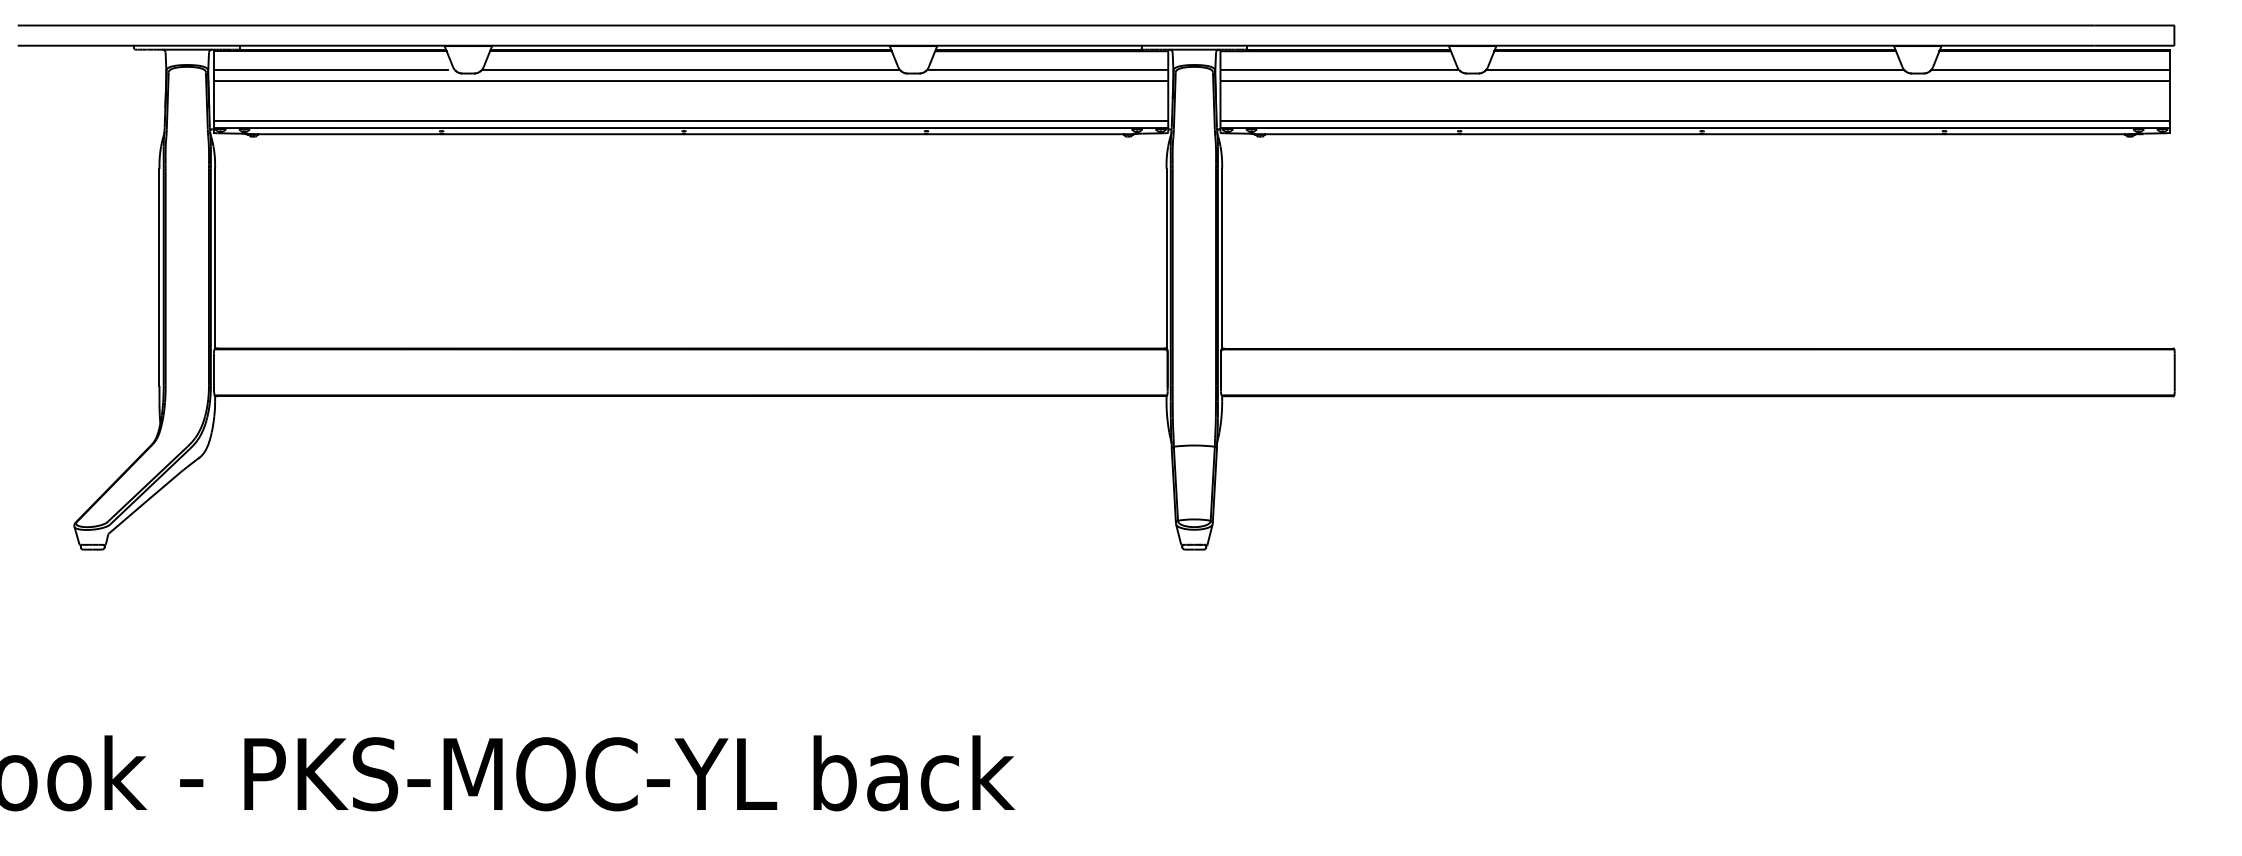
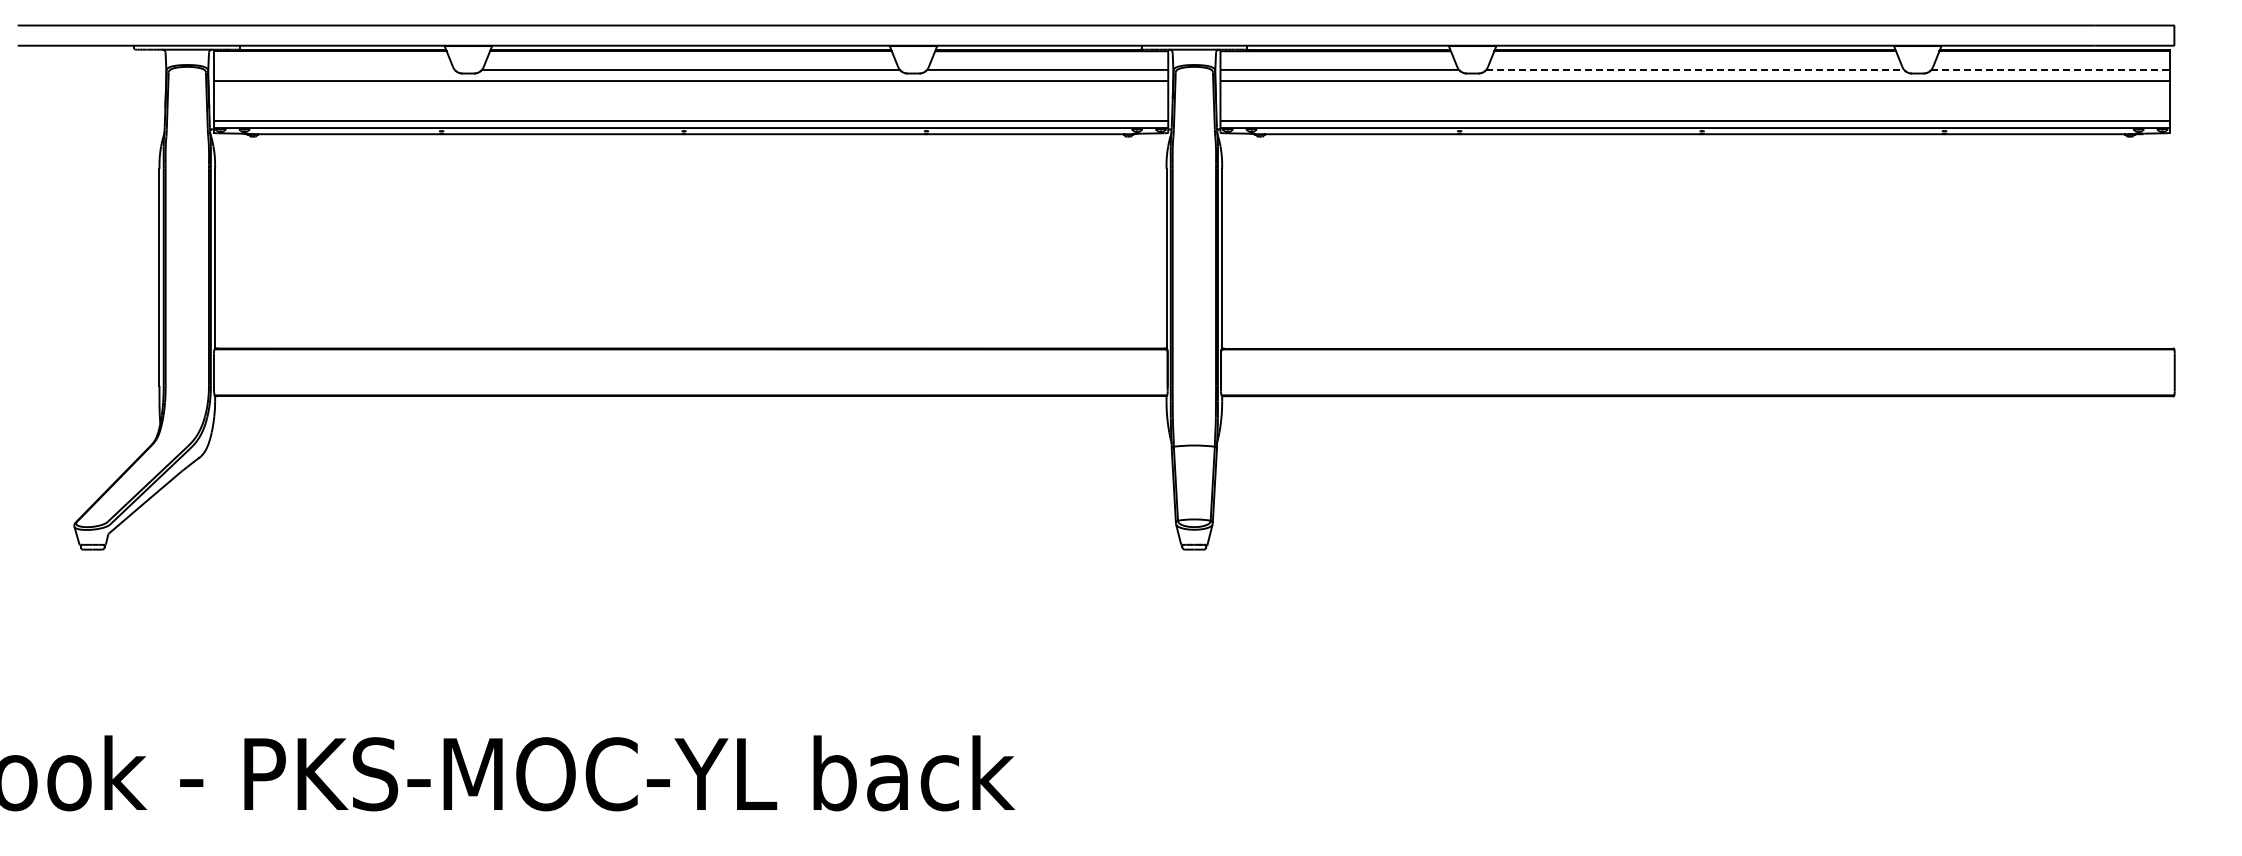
line at (330, 69): present -> none
line at (1695, 69): solid -> dashed
line at (2051, 69): solid -> dashed
